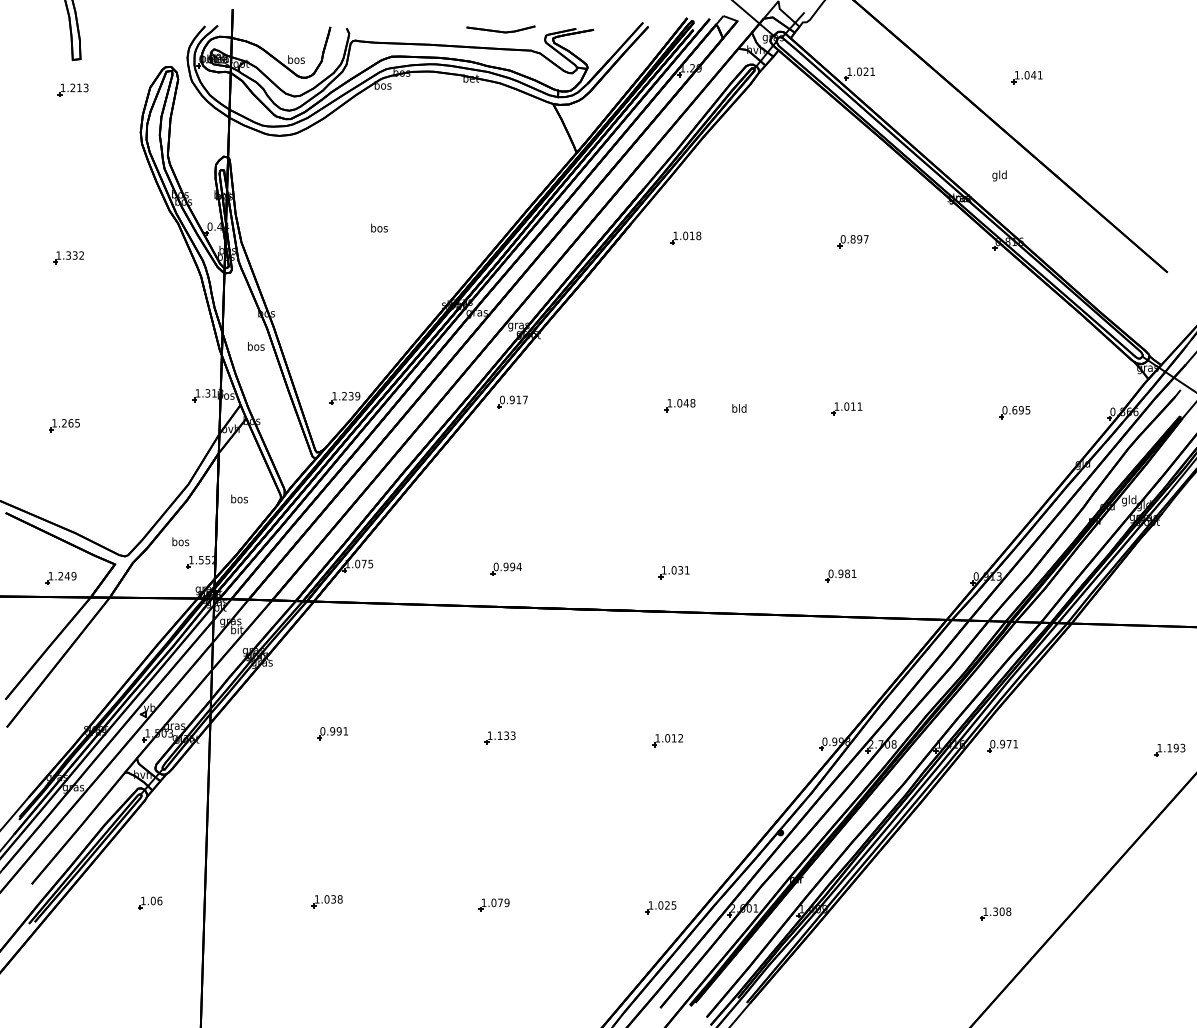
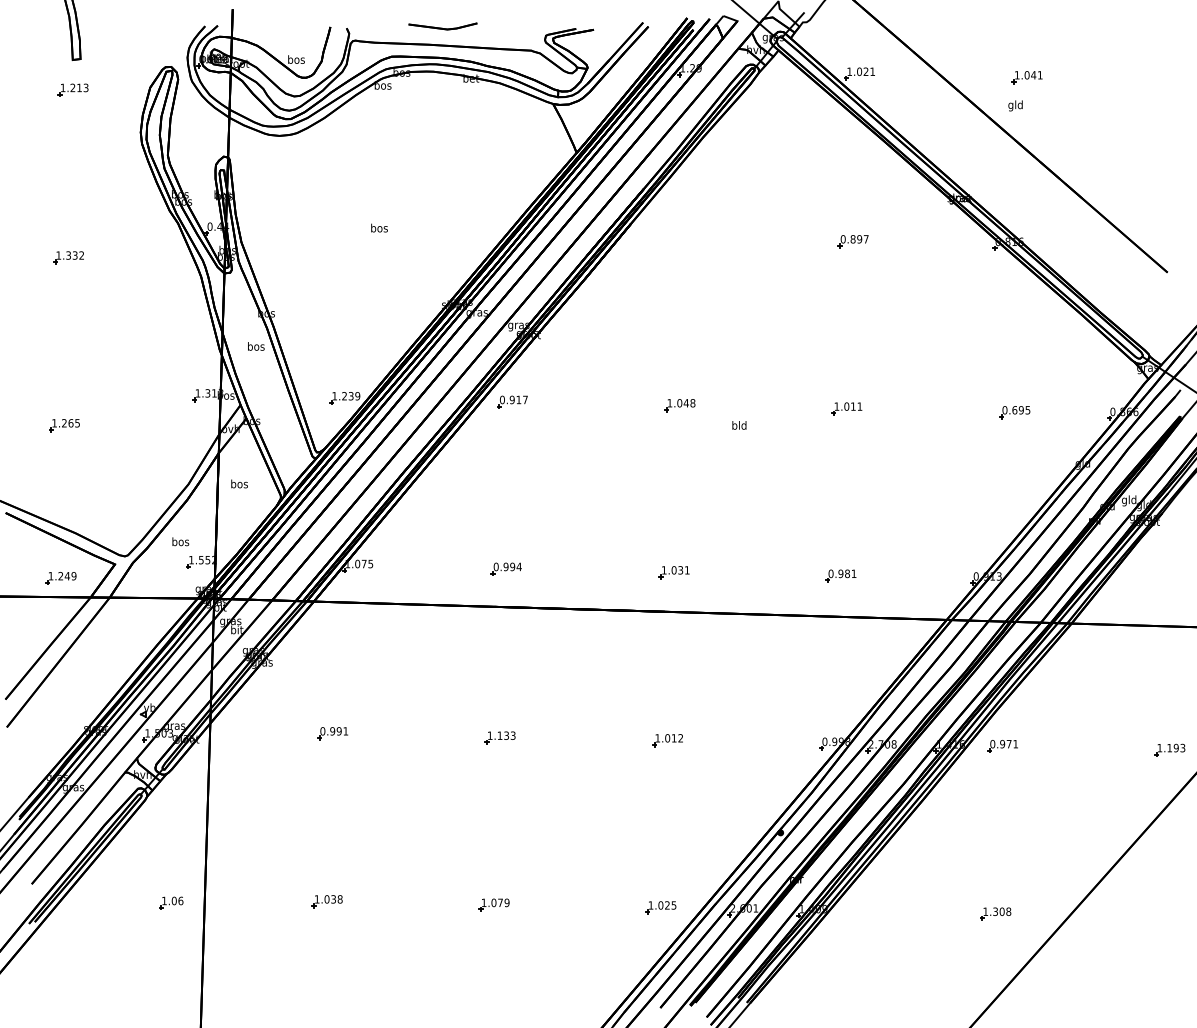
part at (500, 29) position: (500, 29) -> (442, 26)
text at (999, 175) position: (999, 175) -> (1015, 105)
part at (685, 237): present -> none
text at (739, 408) position: (739, 408) -> (739, 425)
text at (239, 498) position: (239, 498) -> (239, 483)
part at (150, 902) position: (150, 902) -> (171, 902)
